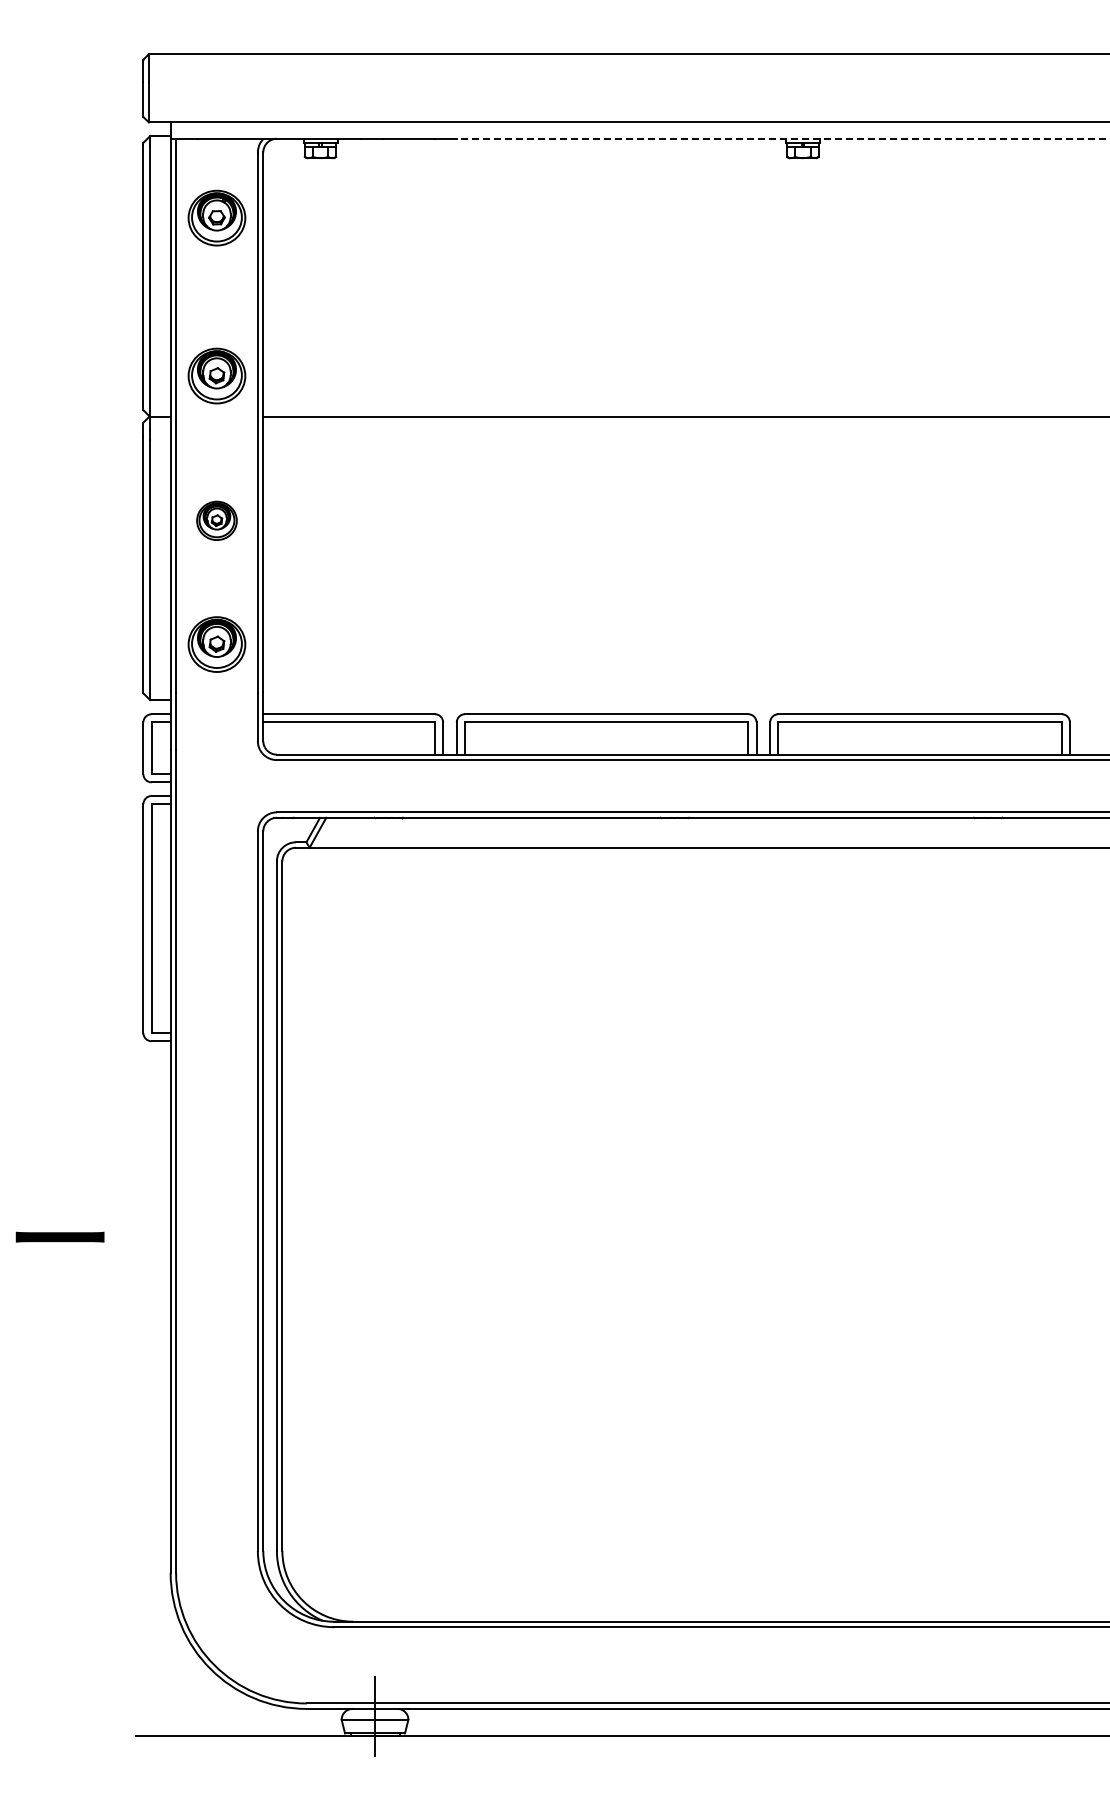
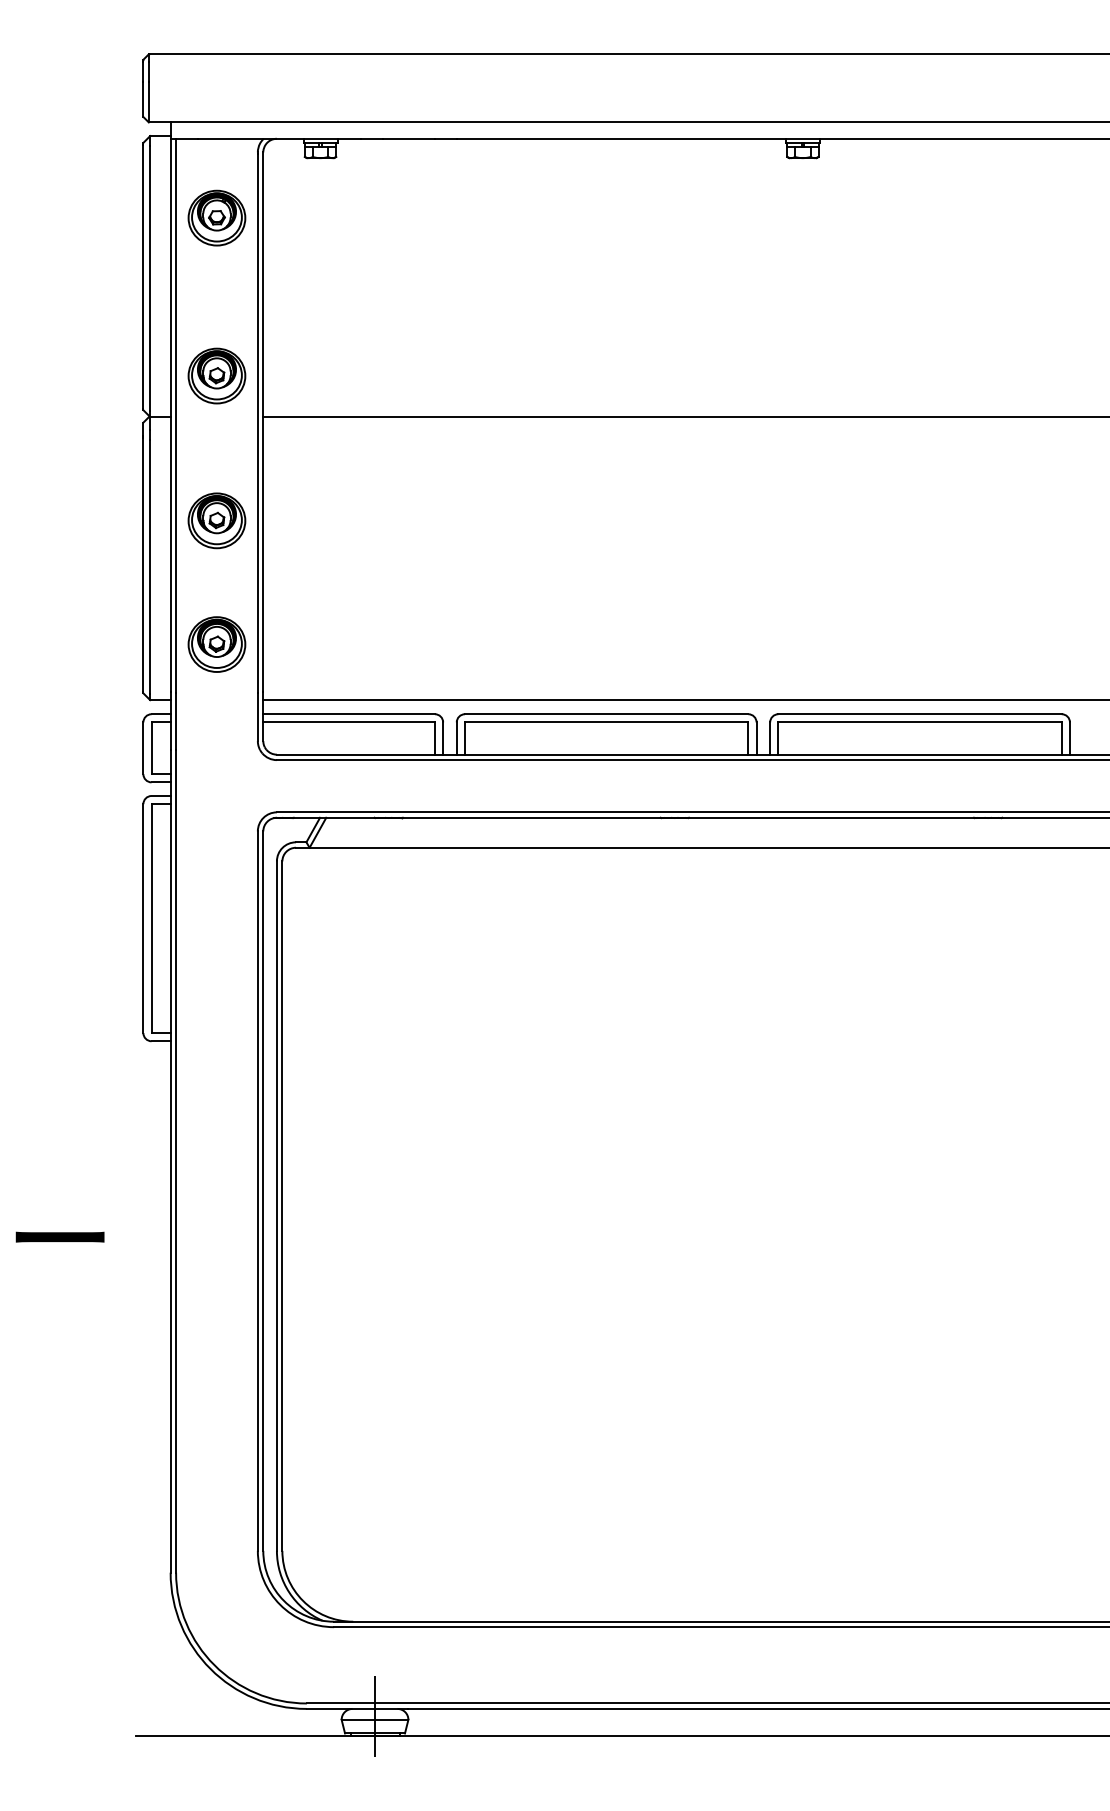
line at (783, 138): dashed -> solid
part at (216, 520) size: 42x41 px -> 60x58 px
line at (684, 700): none -> present
